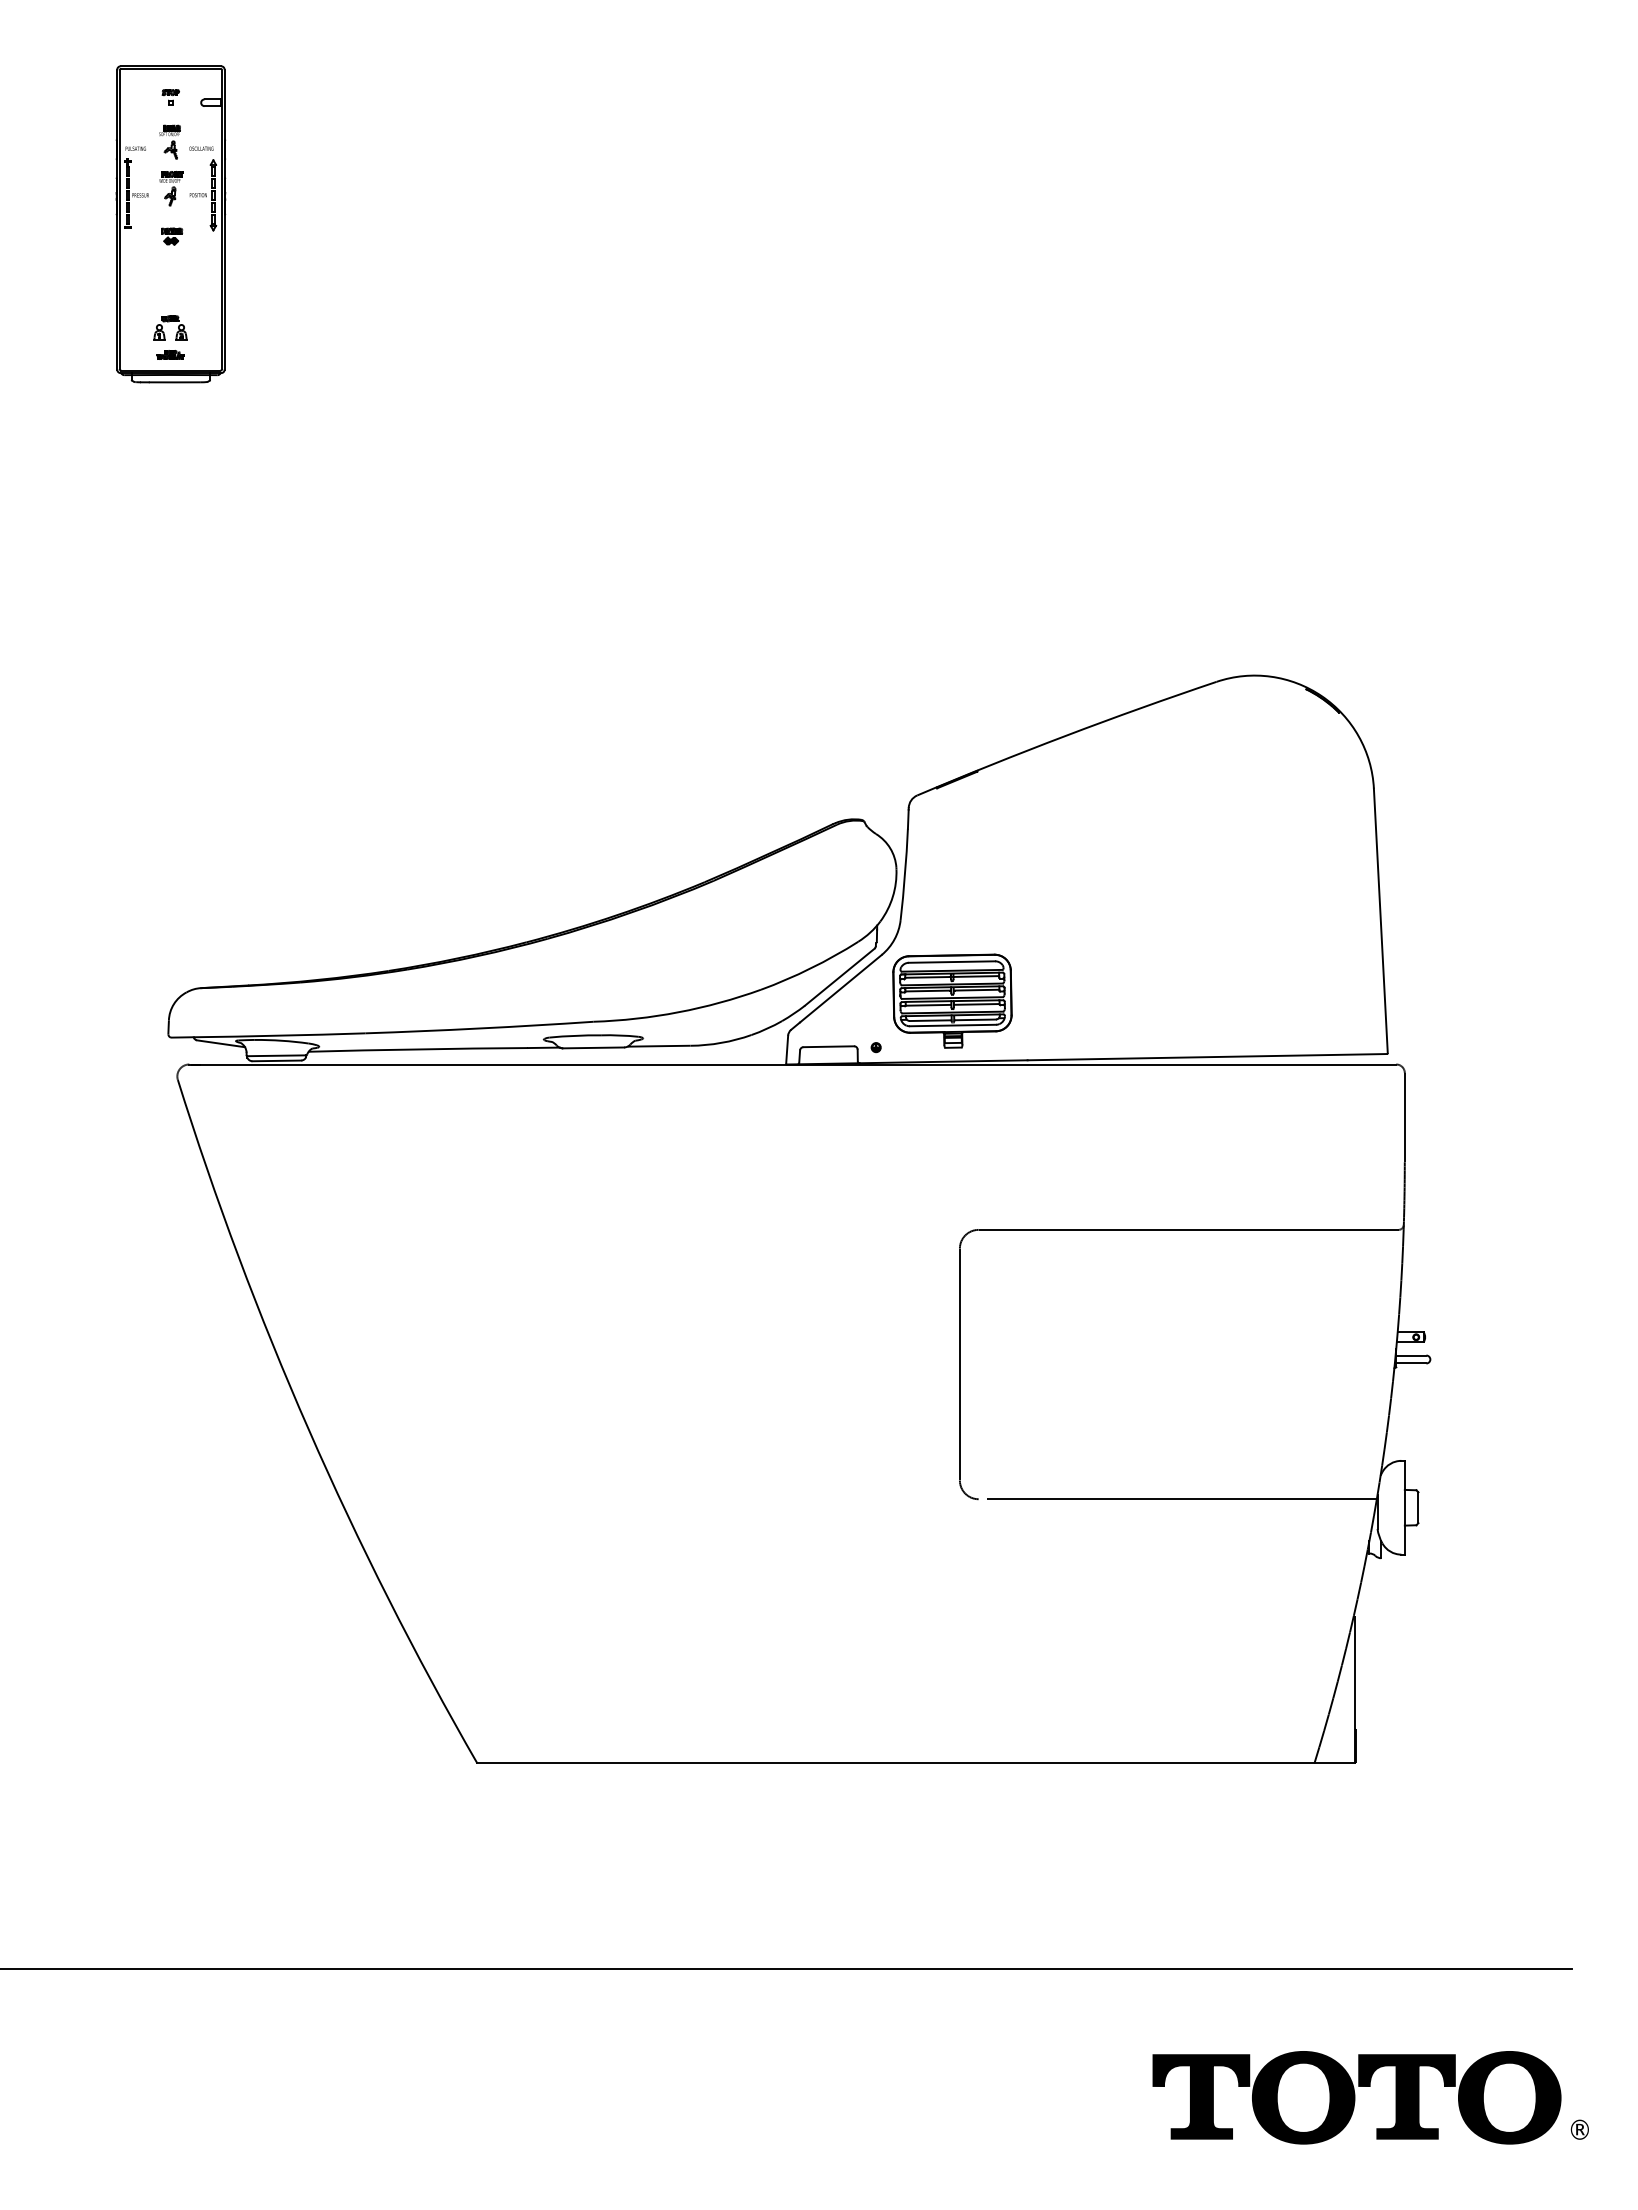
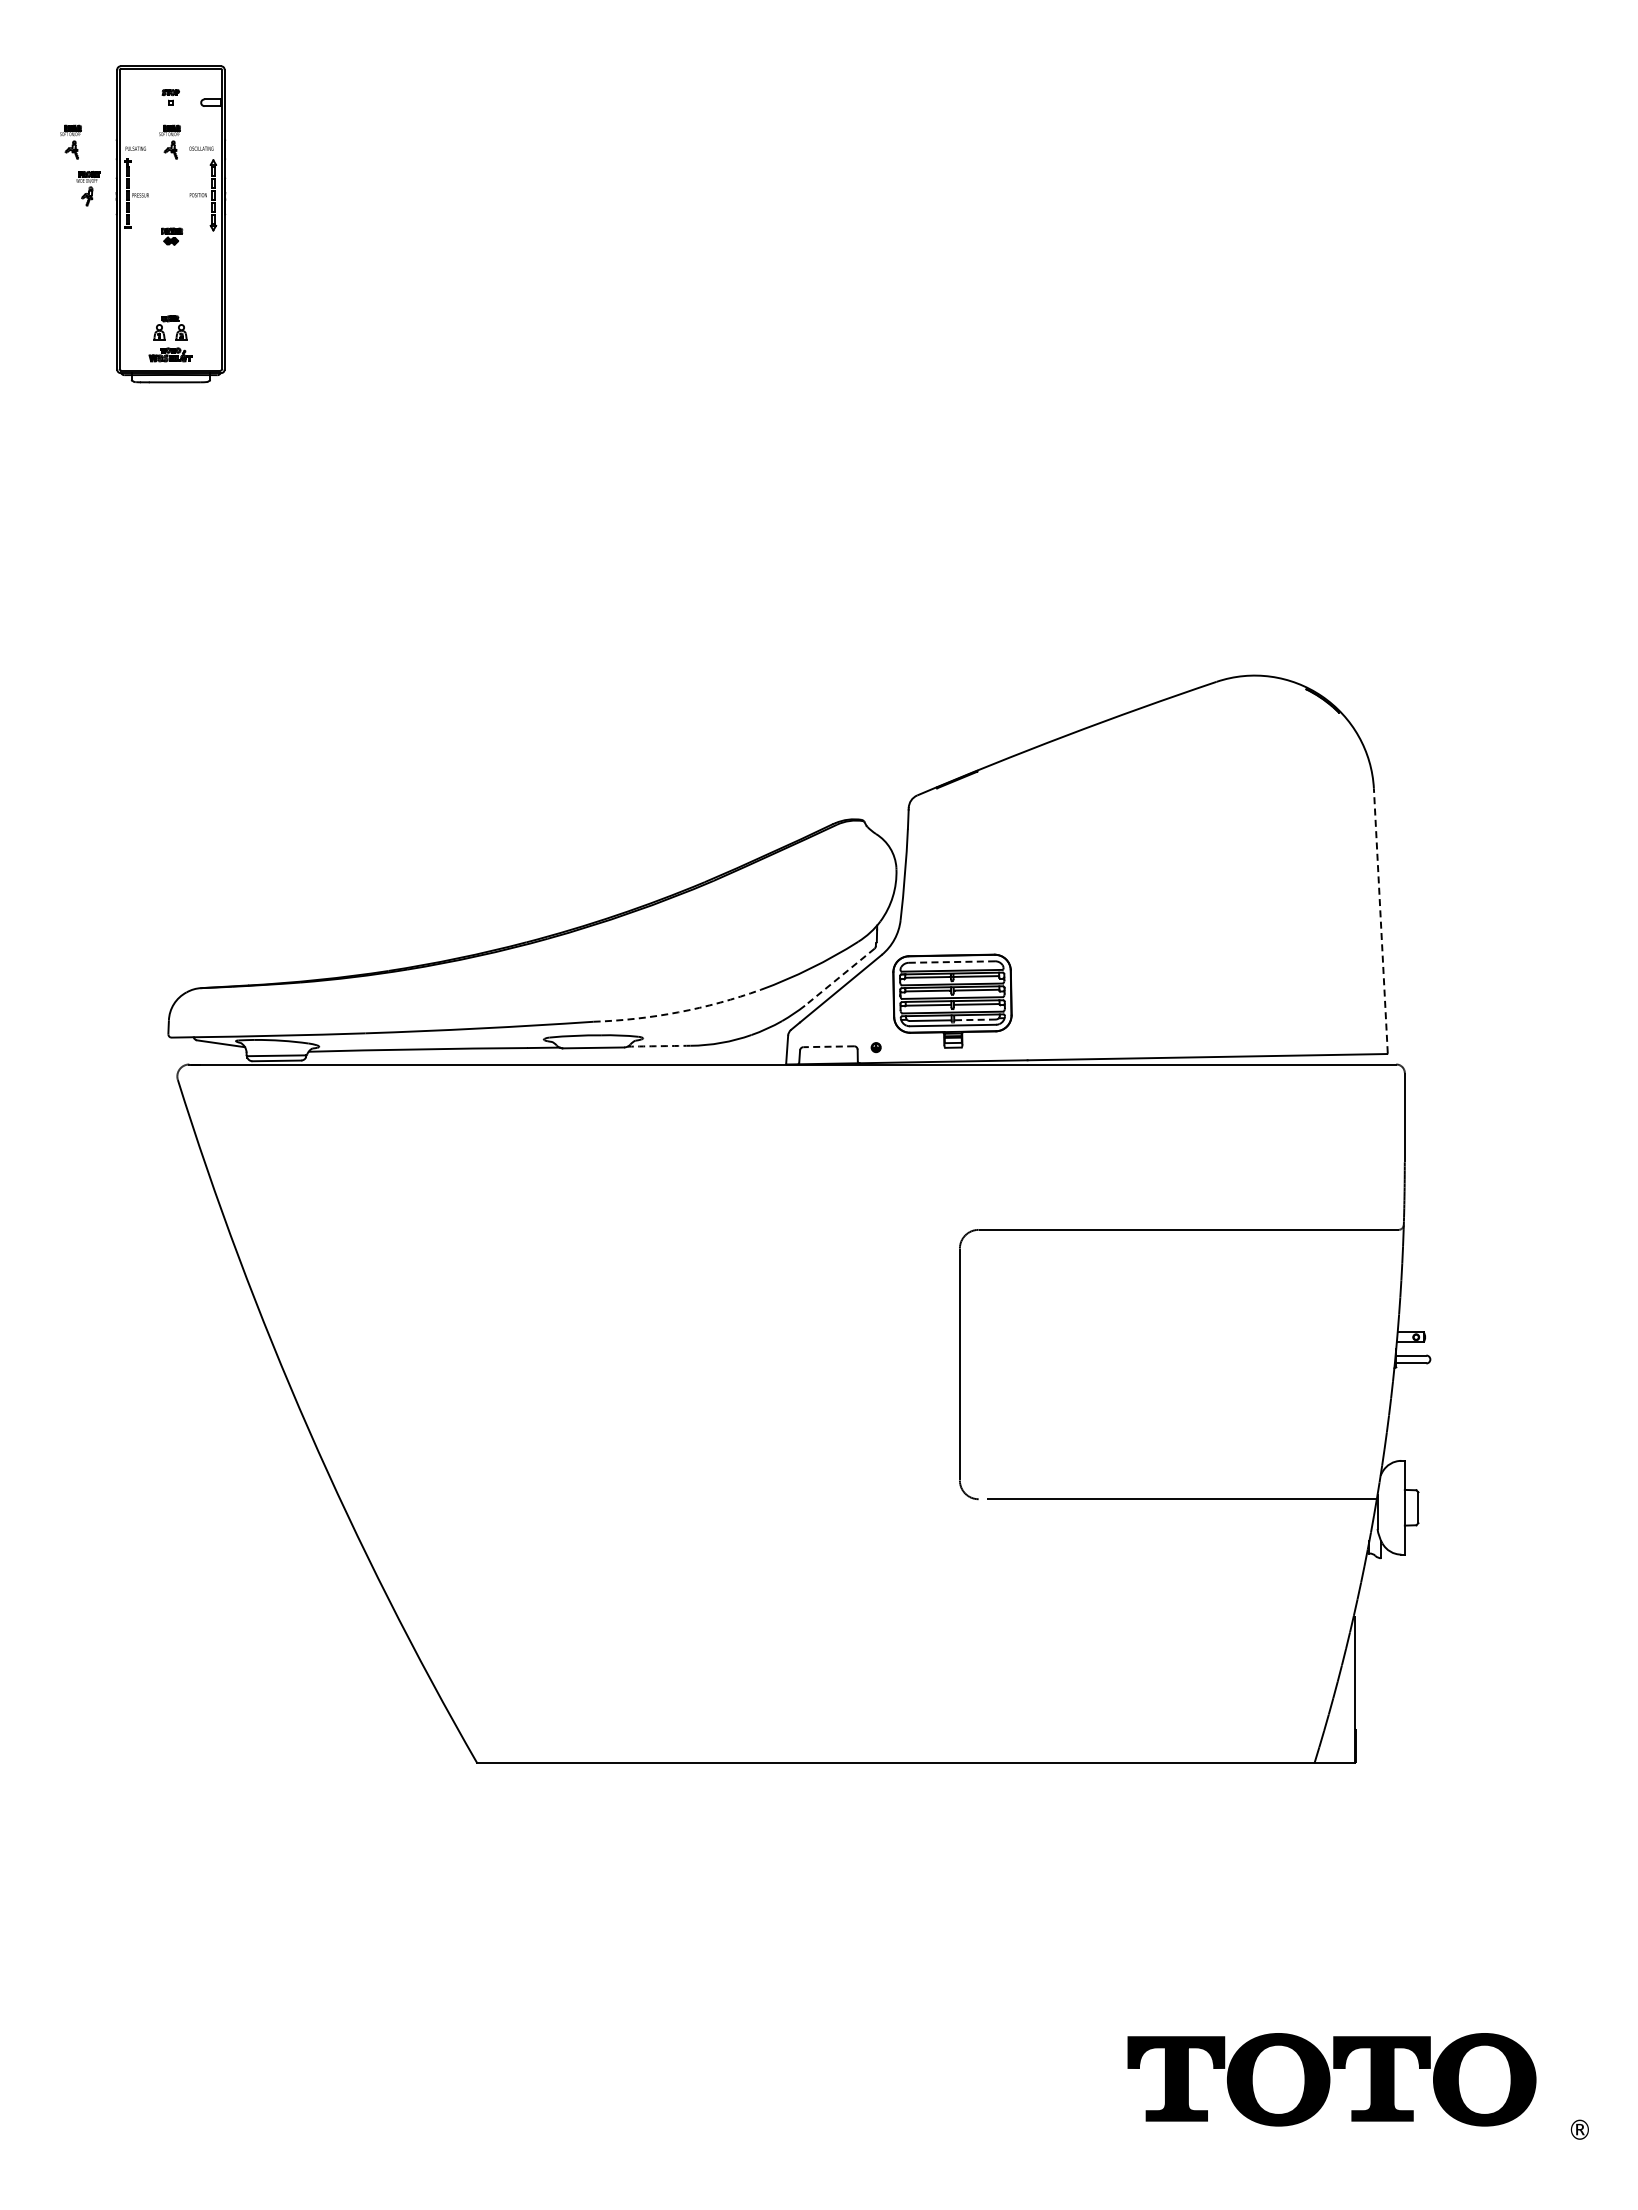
part at (70, 141): none -> present
part at (171, 188) position: (171, 188) -> (88, 188)
part at (170, 354) size: 29x10 px -> 45x16 px
line at (1380, 920): solid -> dashed
line at (952, 962): solid -> dashed
line at (839, 977): solid -> dashed
arc at (678, 1012): solid -> dashed
line at (975, 1019): solid -> dashed
arc at (659, 1046): solid -> dashed
line at (828, 1046): solid -> dashed
line at (787, 1969): present -> none
part at (1356, 2097) position: (1356, 2097) -> (1331, 2079)
